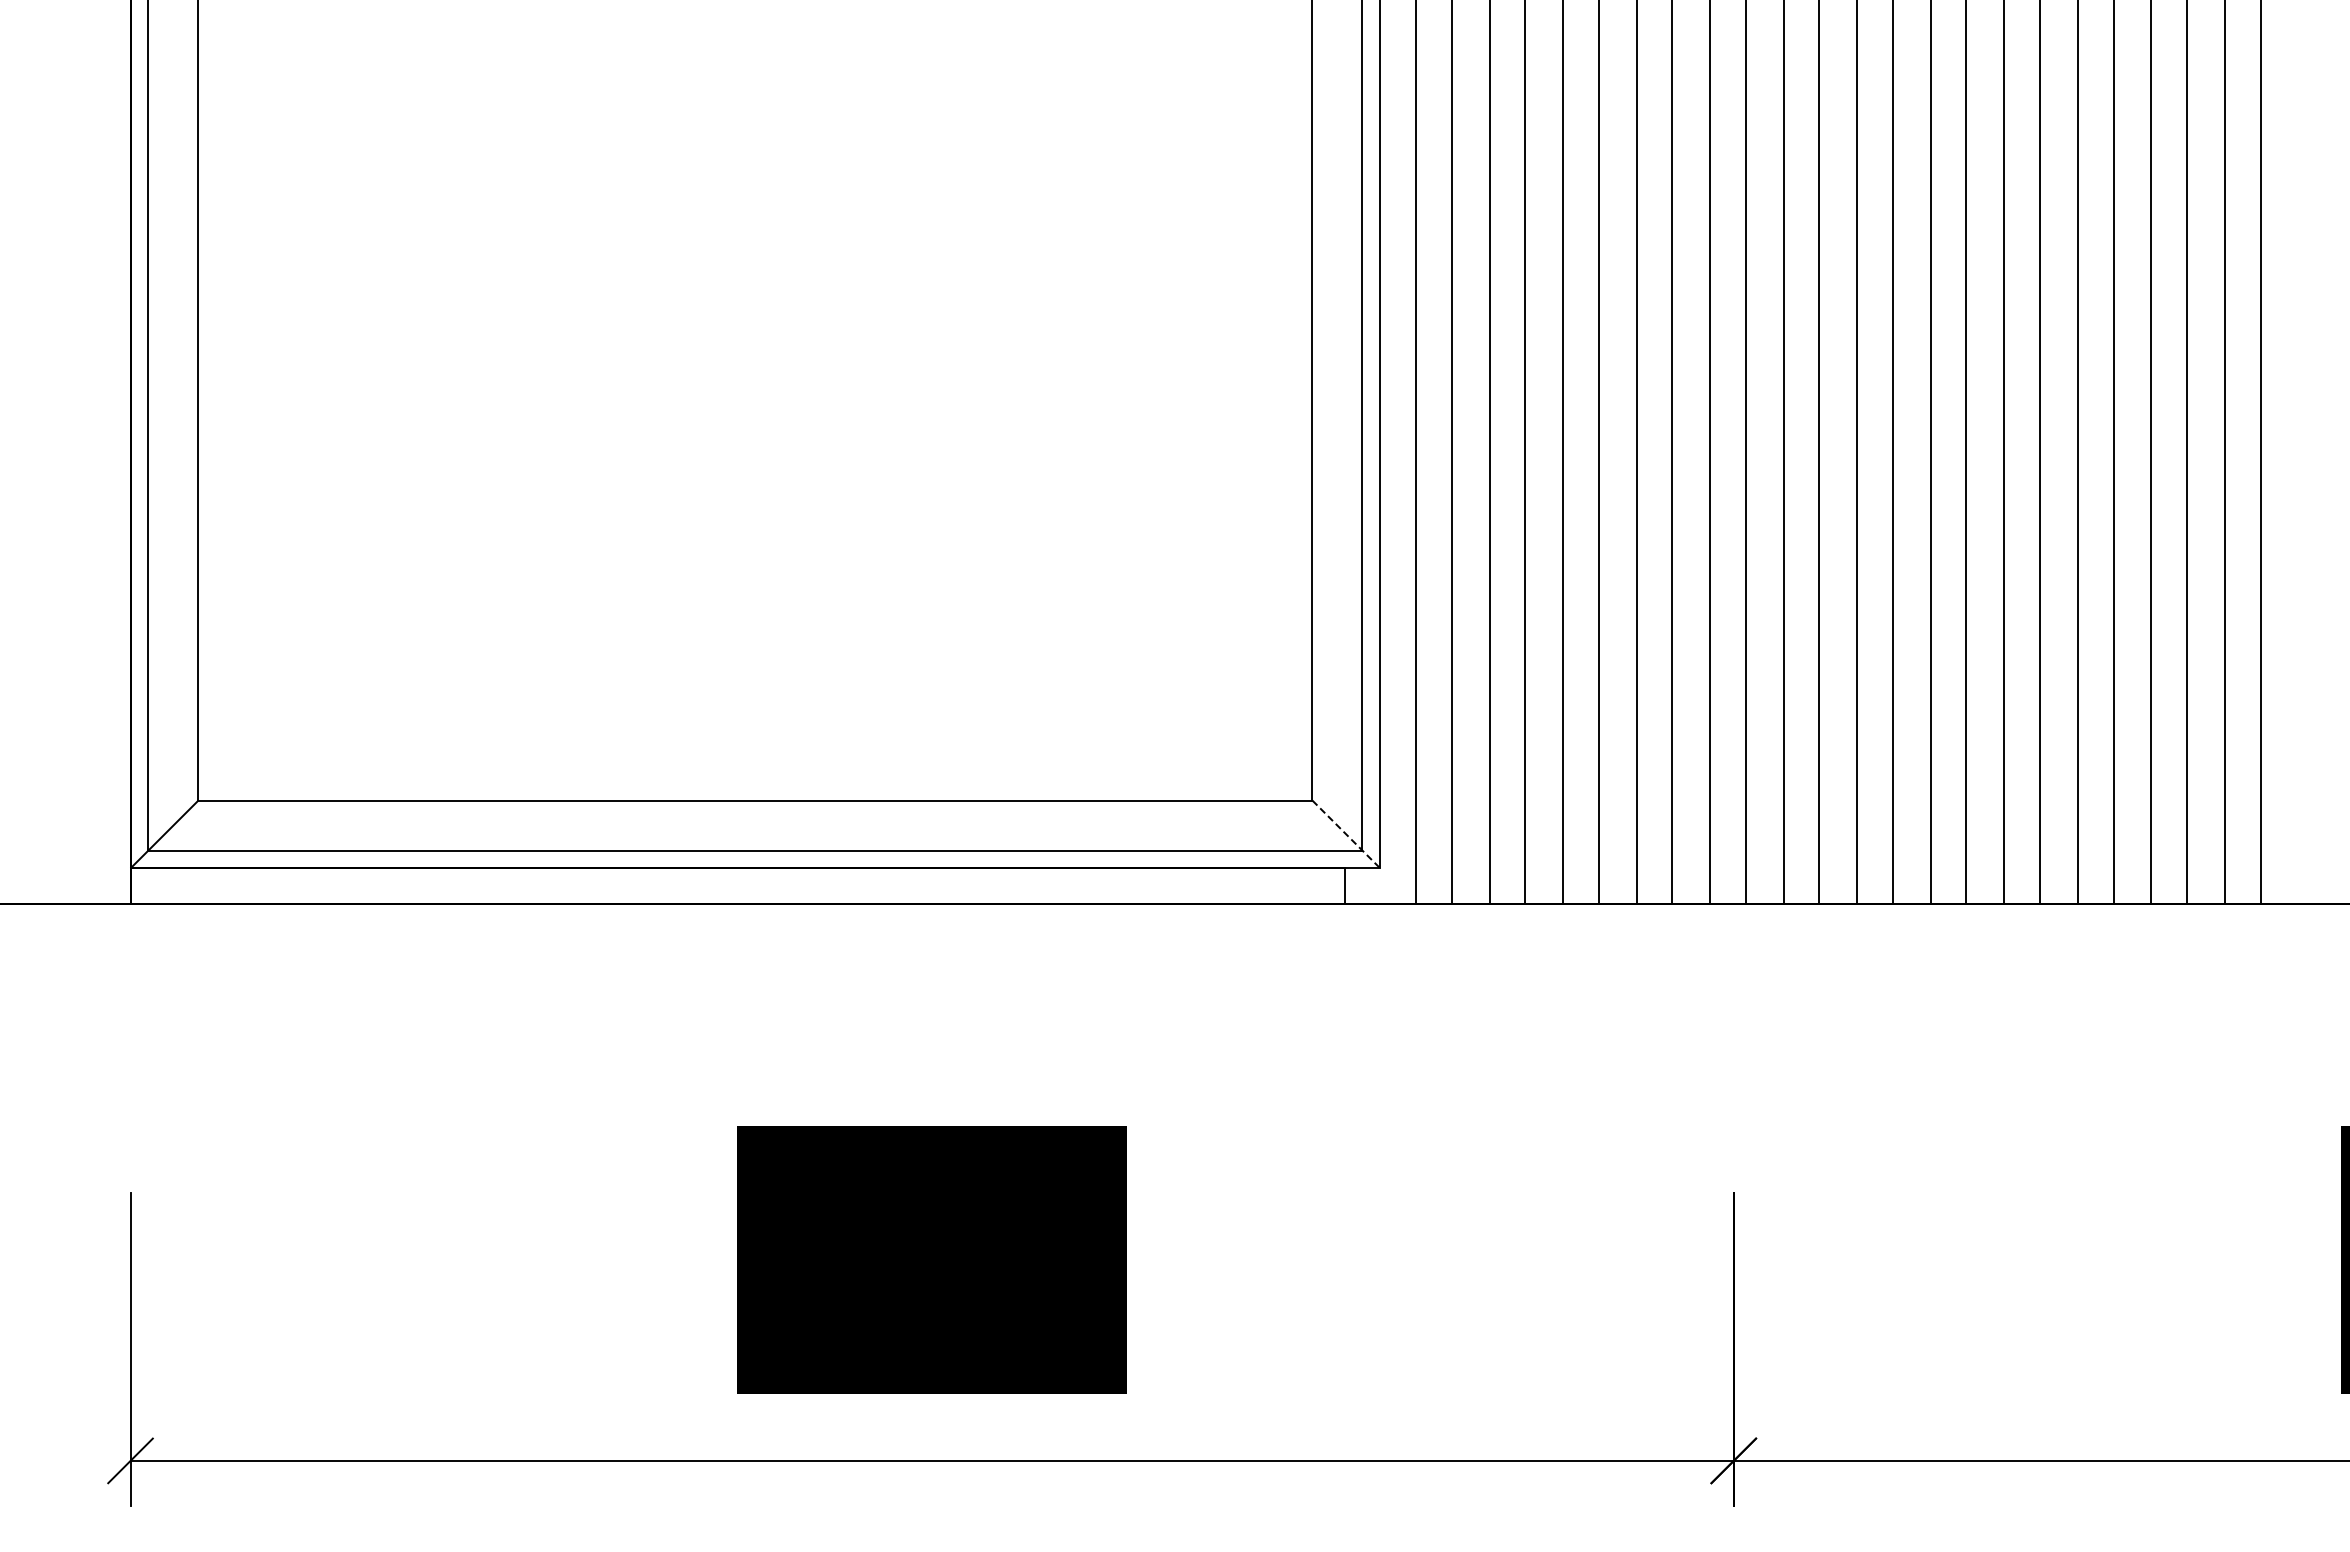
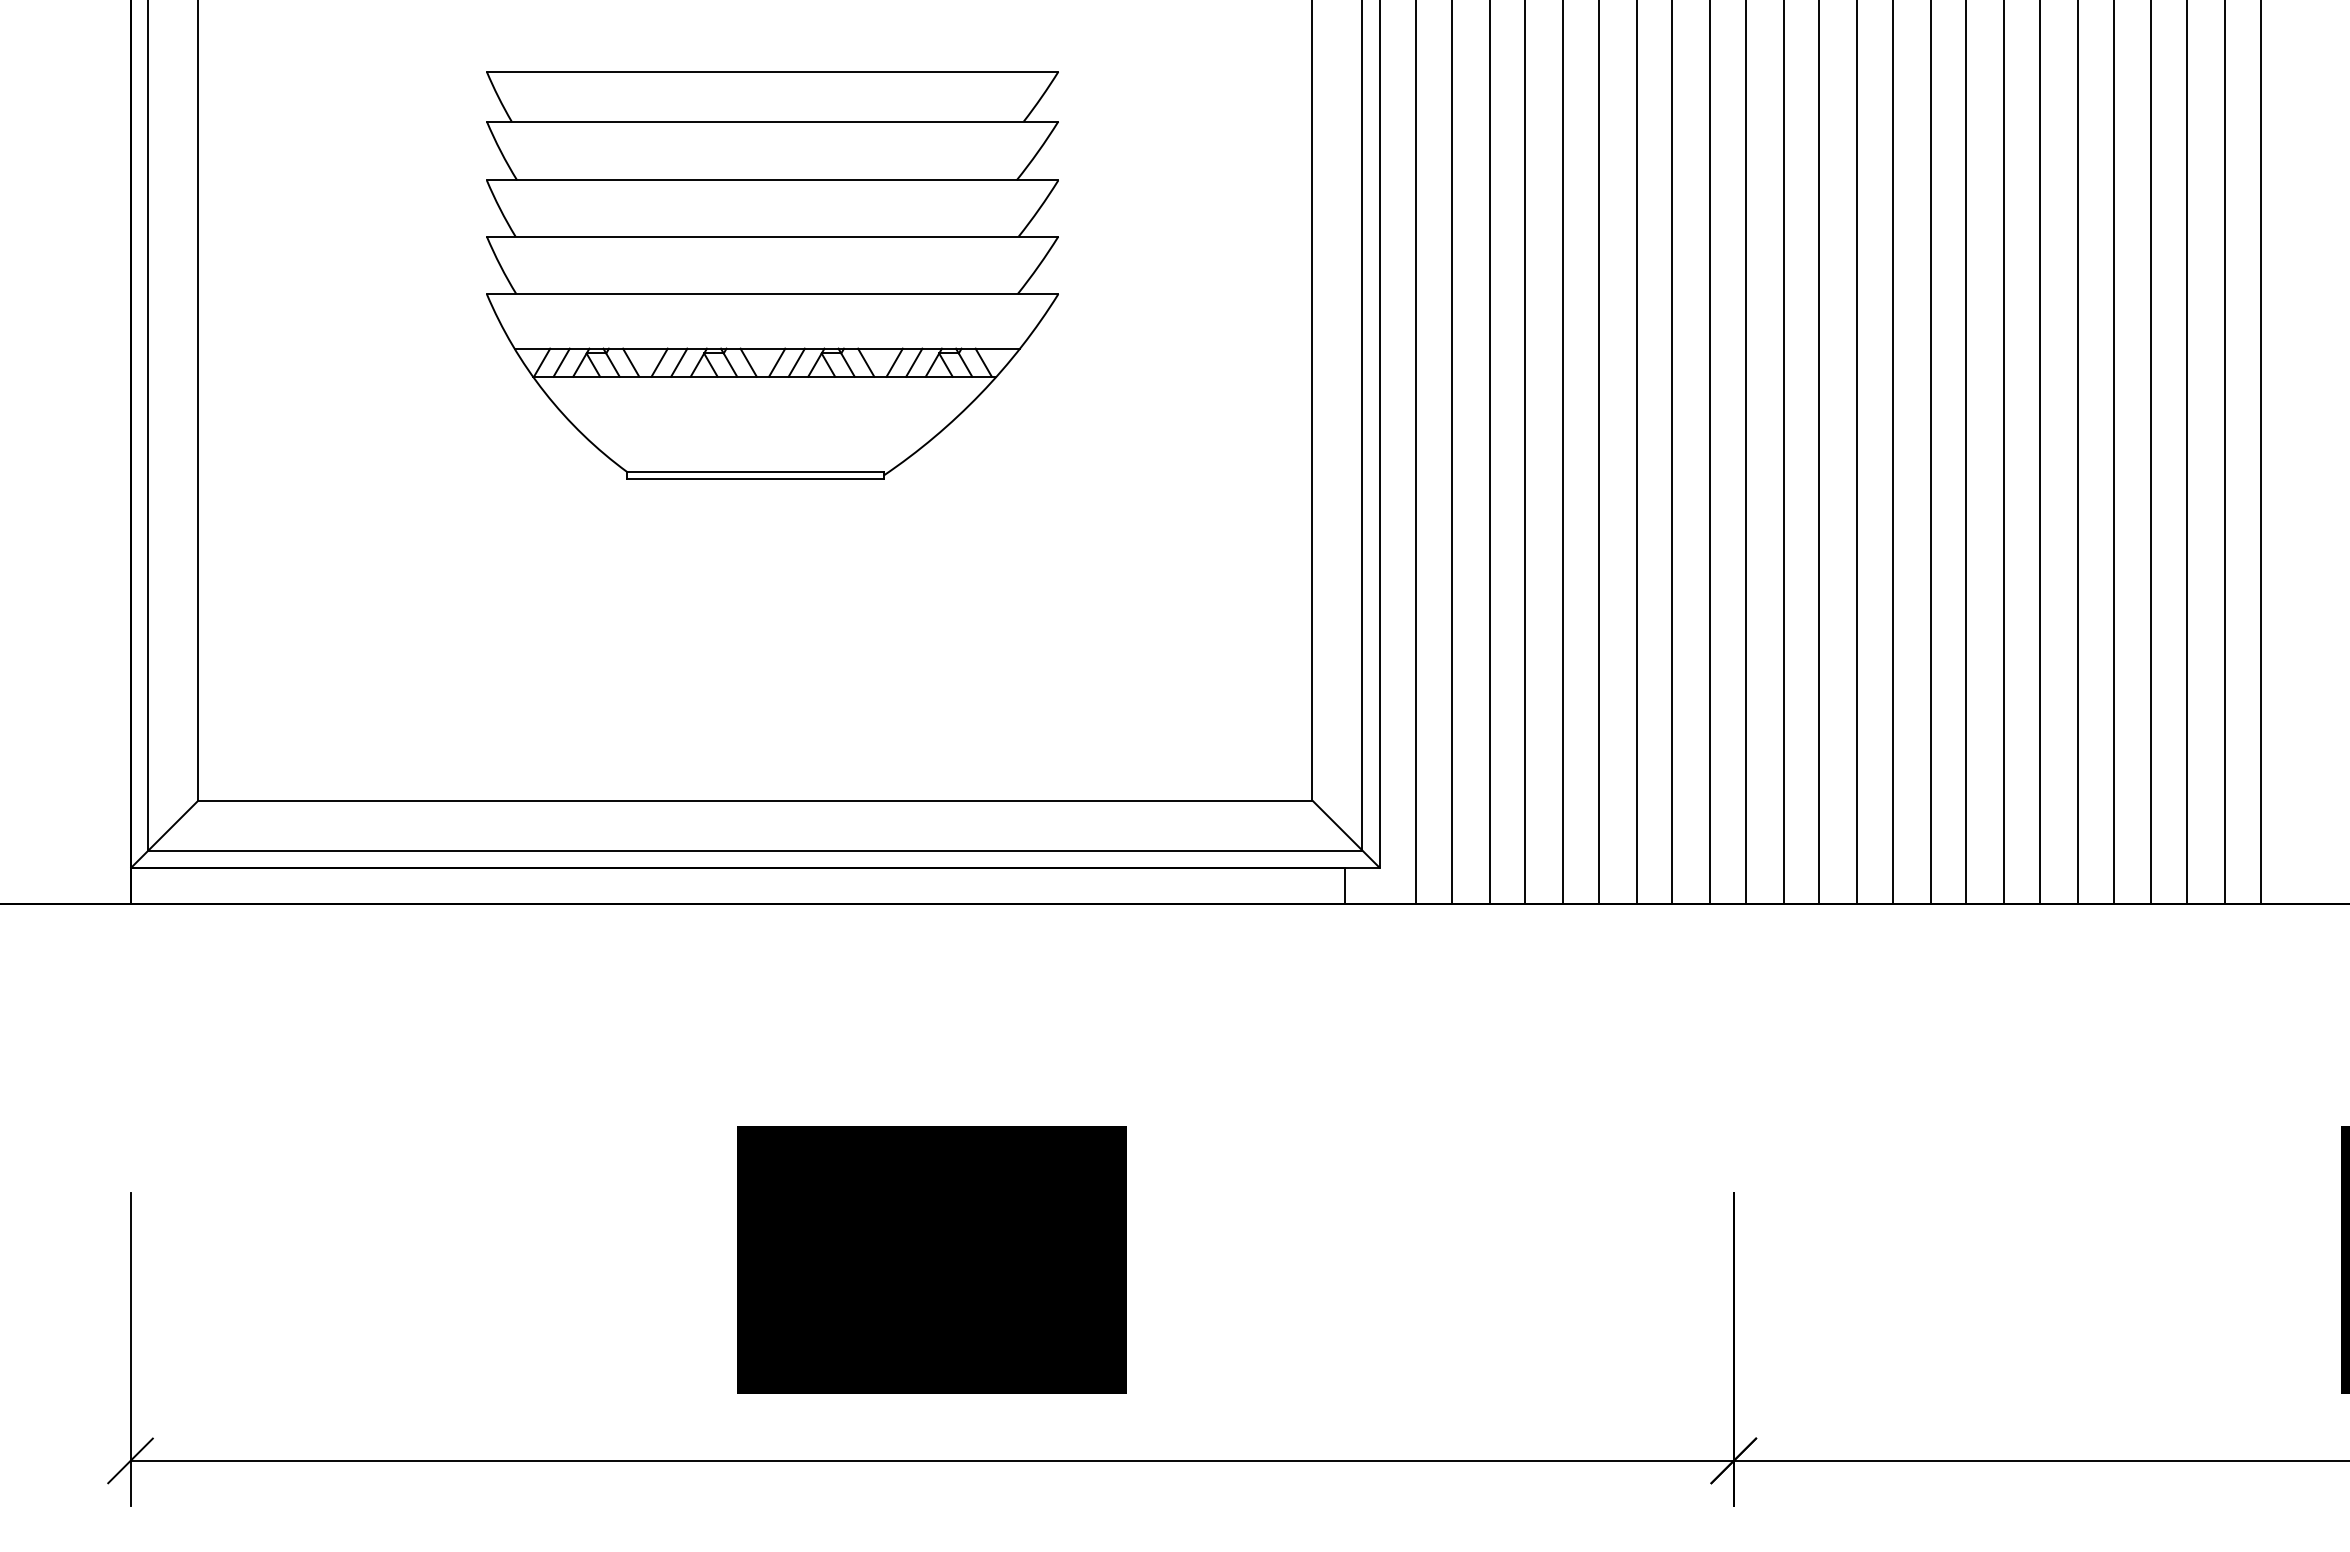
part at (772, 275): none -> present
line at (1346, 834): dashed -> solid
